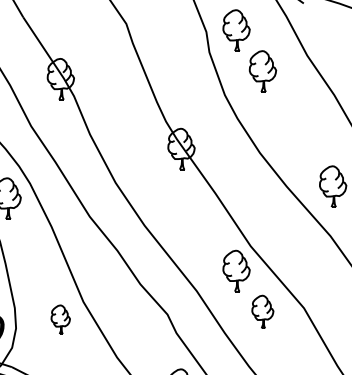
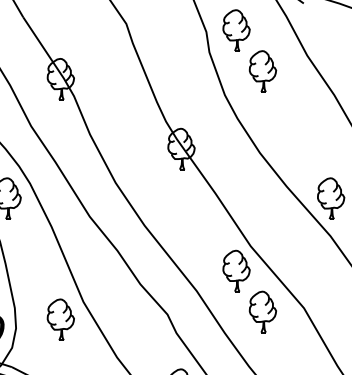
part at (333, 186) position: (333, 186) -> (331, 198)
part at (262, 311) size: 24x35 px -> 29x44 px
part at (60, 319) size: 21x31 px -> 29x43 px
